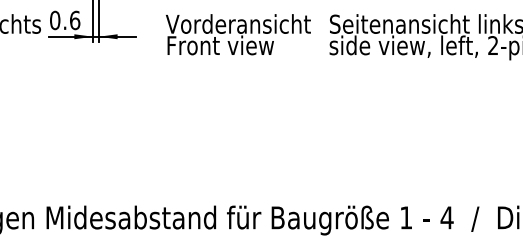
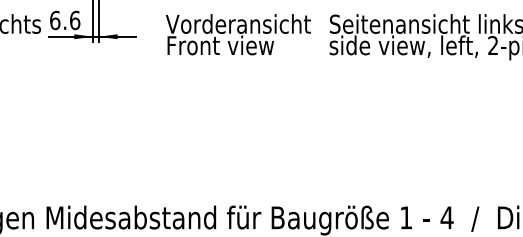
text at (55, 19): 0.6 -> 6.6
